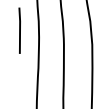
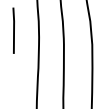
line at (19, 30) position: (19, 30) -> (13, 30)
